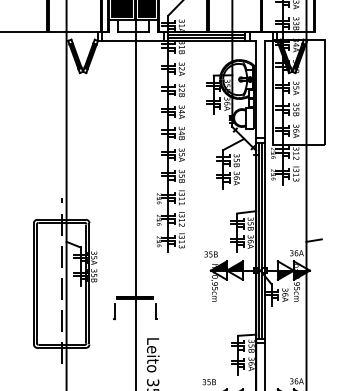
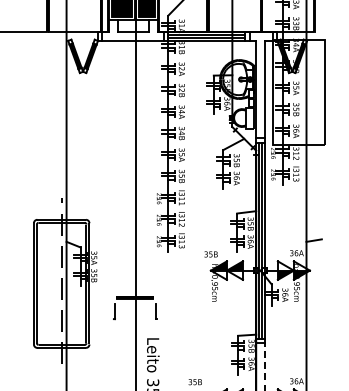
line at (264, 366): solid -> dashed
text at (208, 382) position: (208, 382) -> (194, 382)
